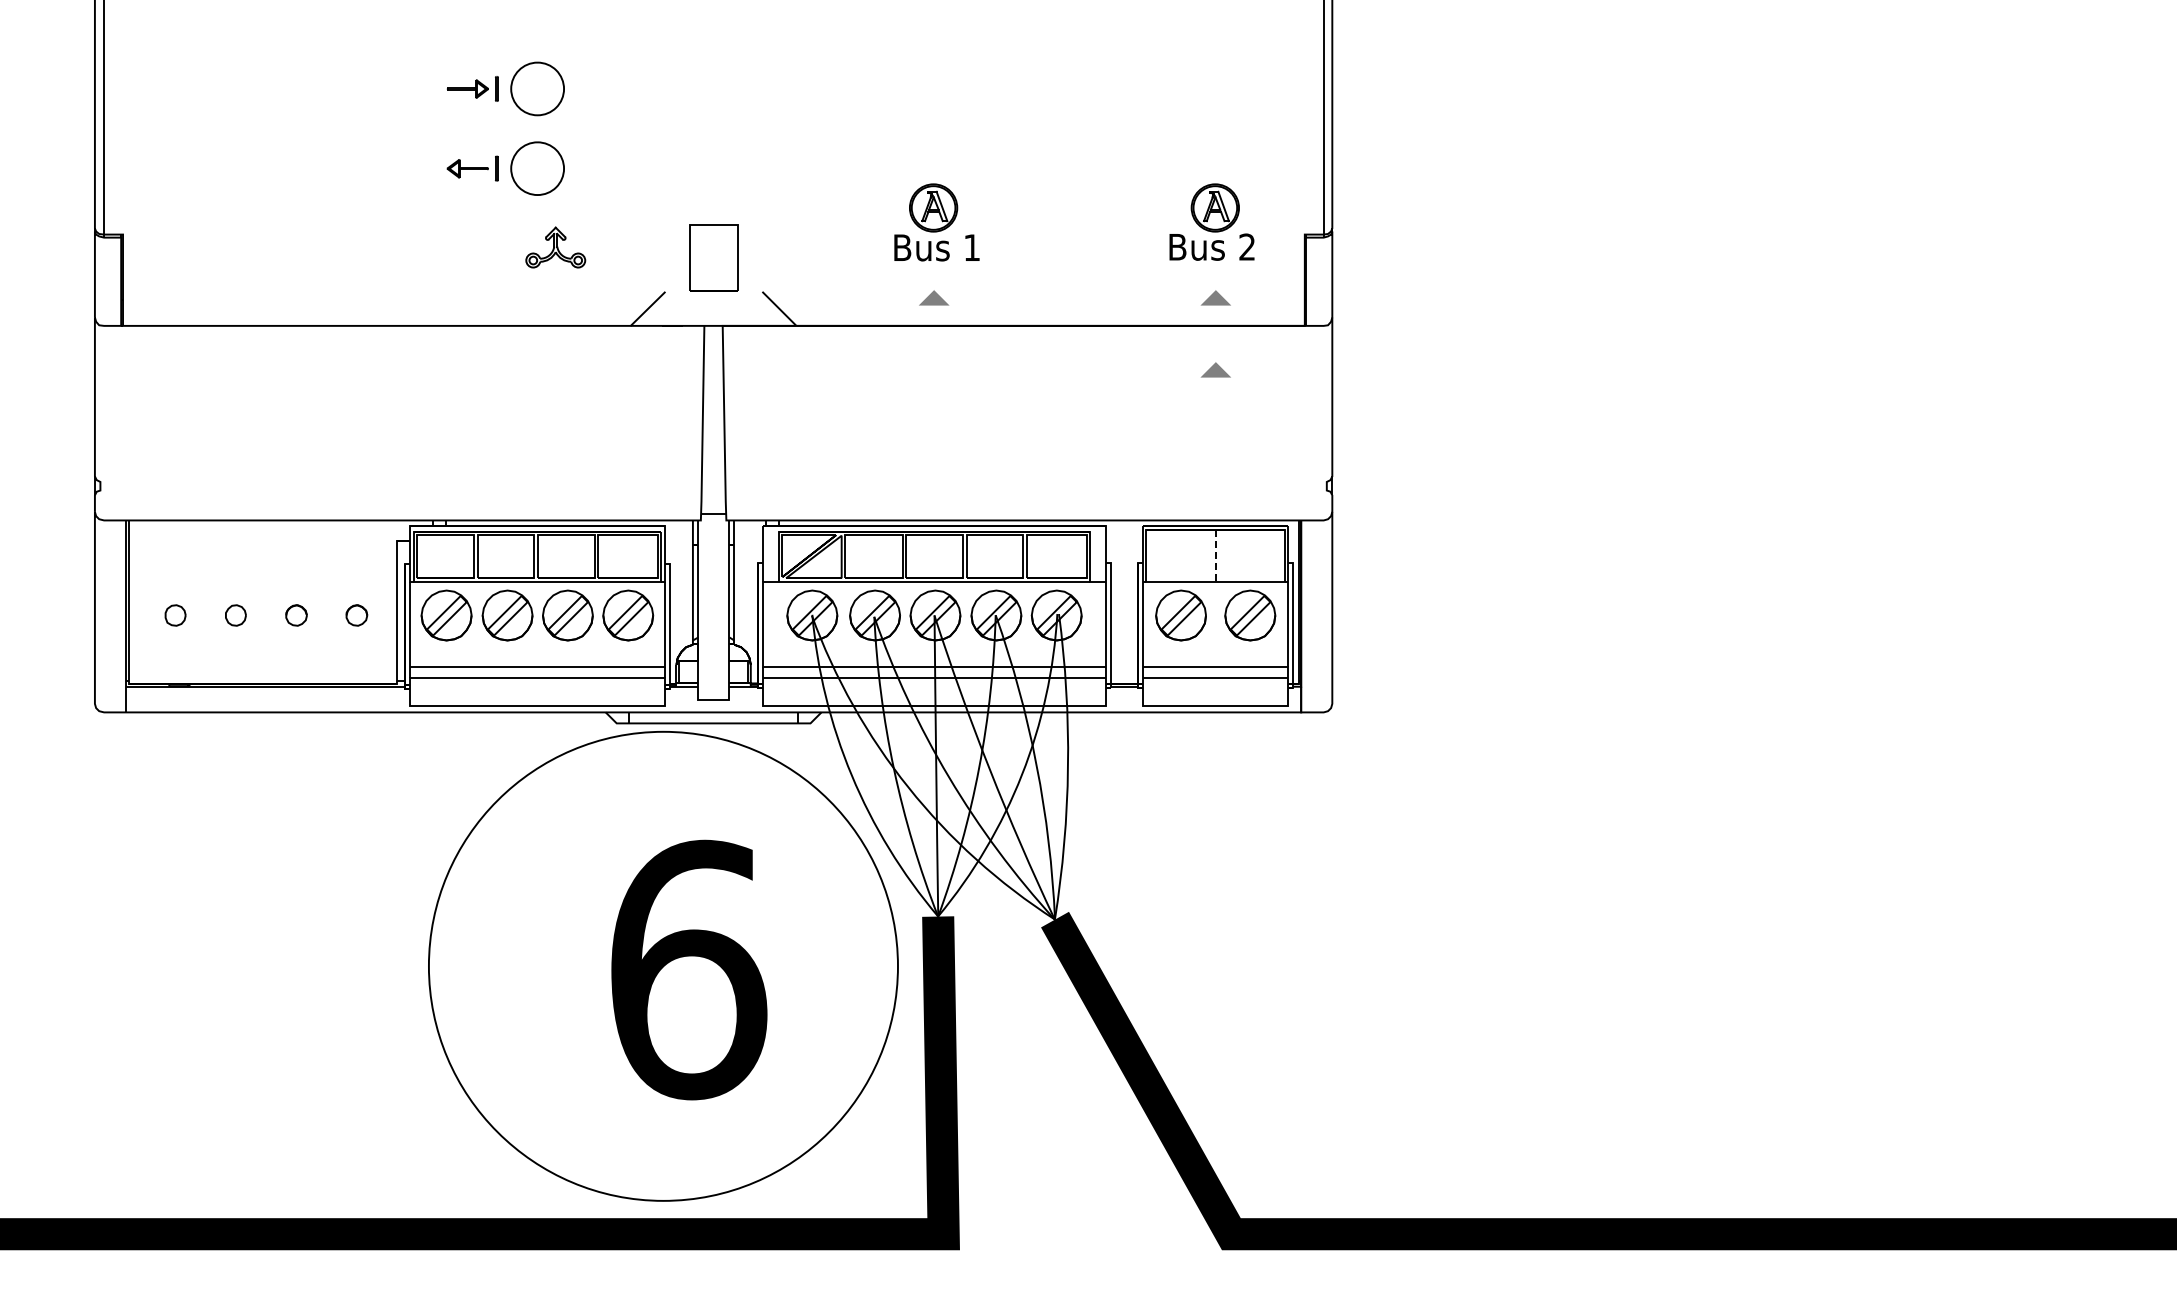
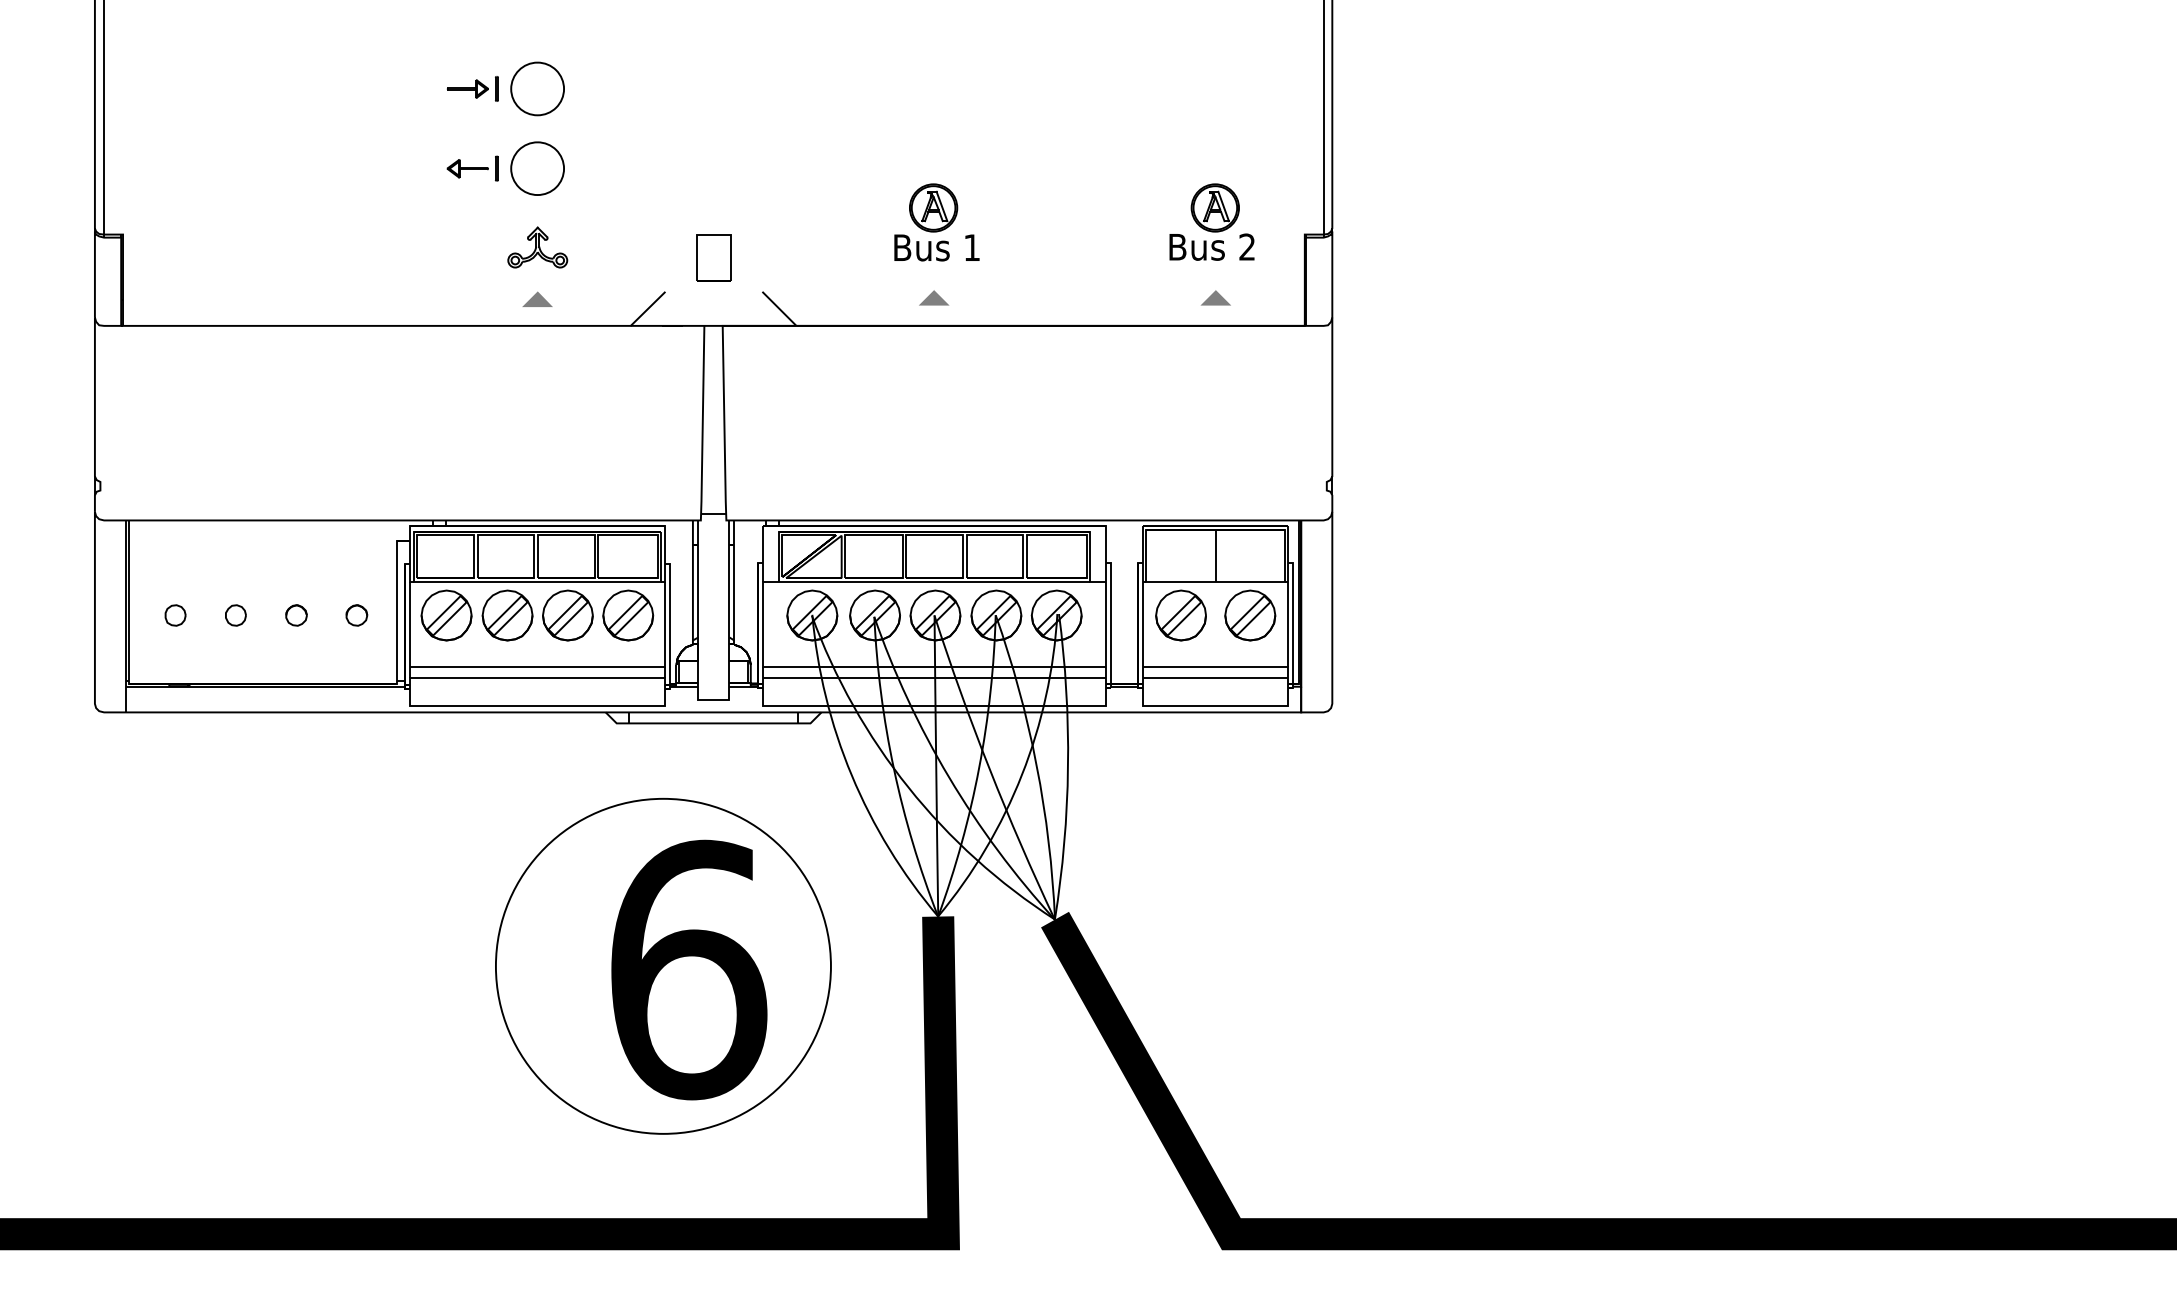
part at (555, 247) position: (555, 247) -> (537, 247)
part at (713, 257) size: 50x68 px -> 36x48 px
fill at (537, 299): none -> present
part at (1215, 369): present -> none
line at (1215, 556): dashed -> solid
circle at (662, 965) diameter: 469 px -> 335 px
